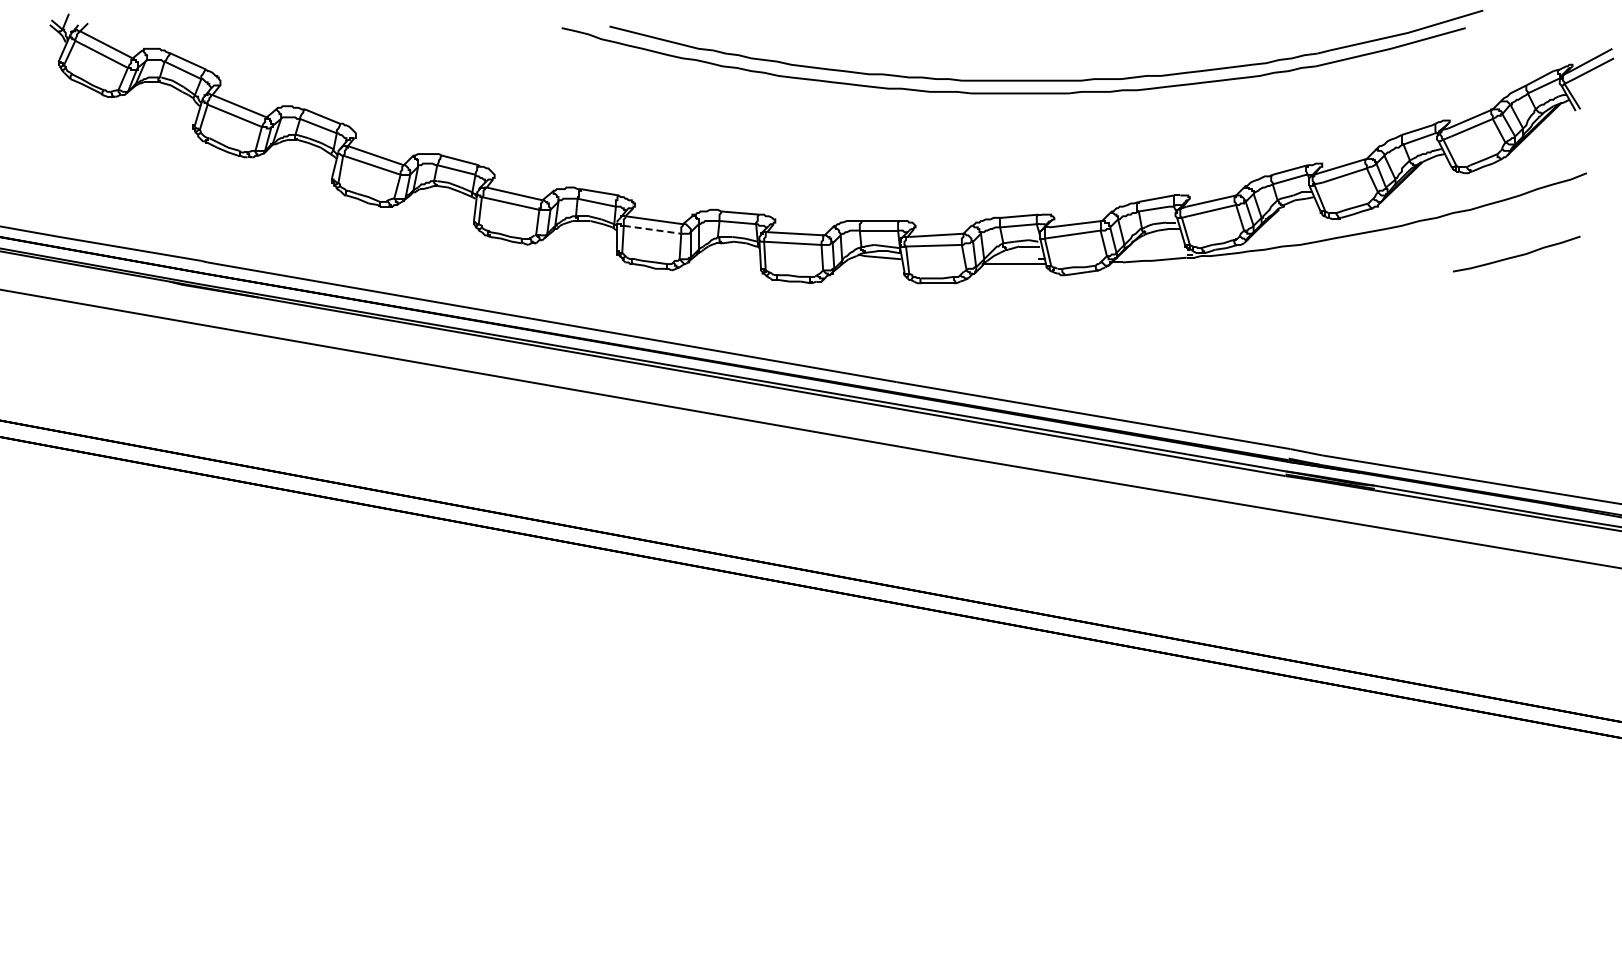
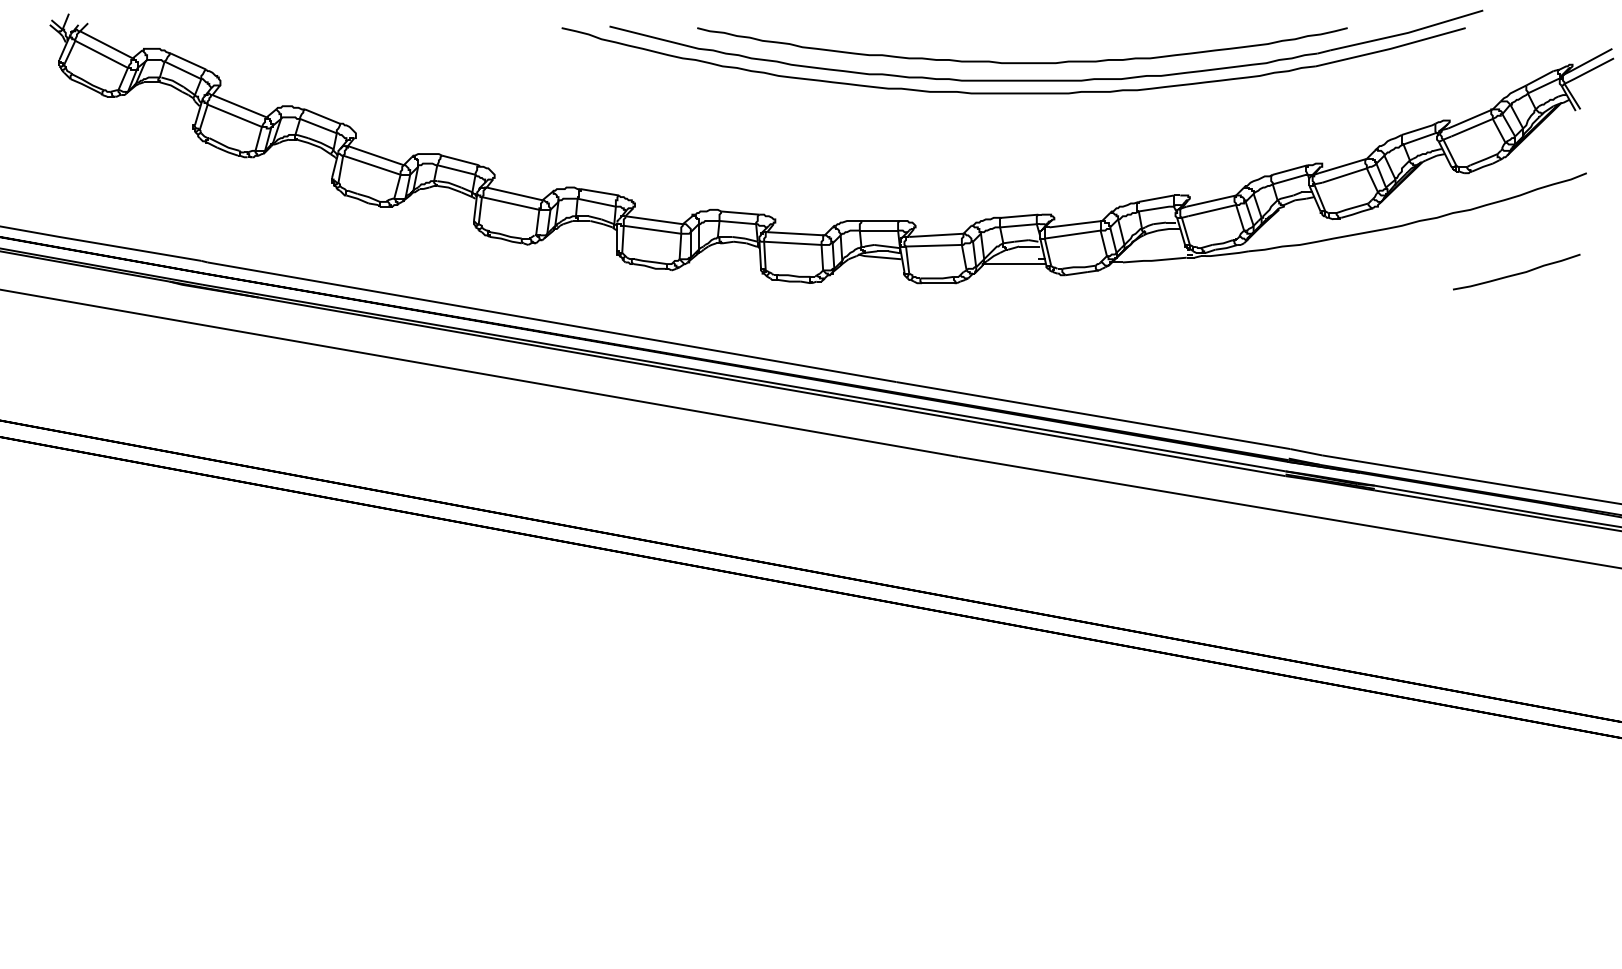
curve at (1022, 62): none -> present
line at (652, 229): dashed -> solid
curve at (1516, 255) position: (1516, 255) -> (1516, 273)
